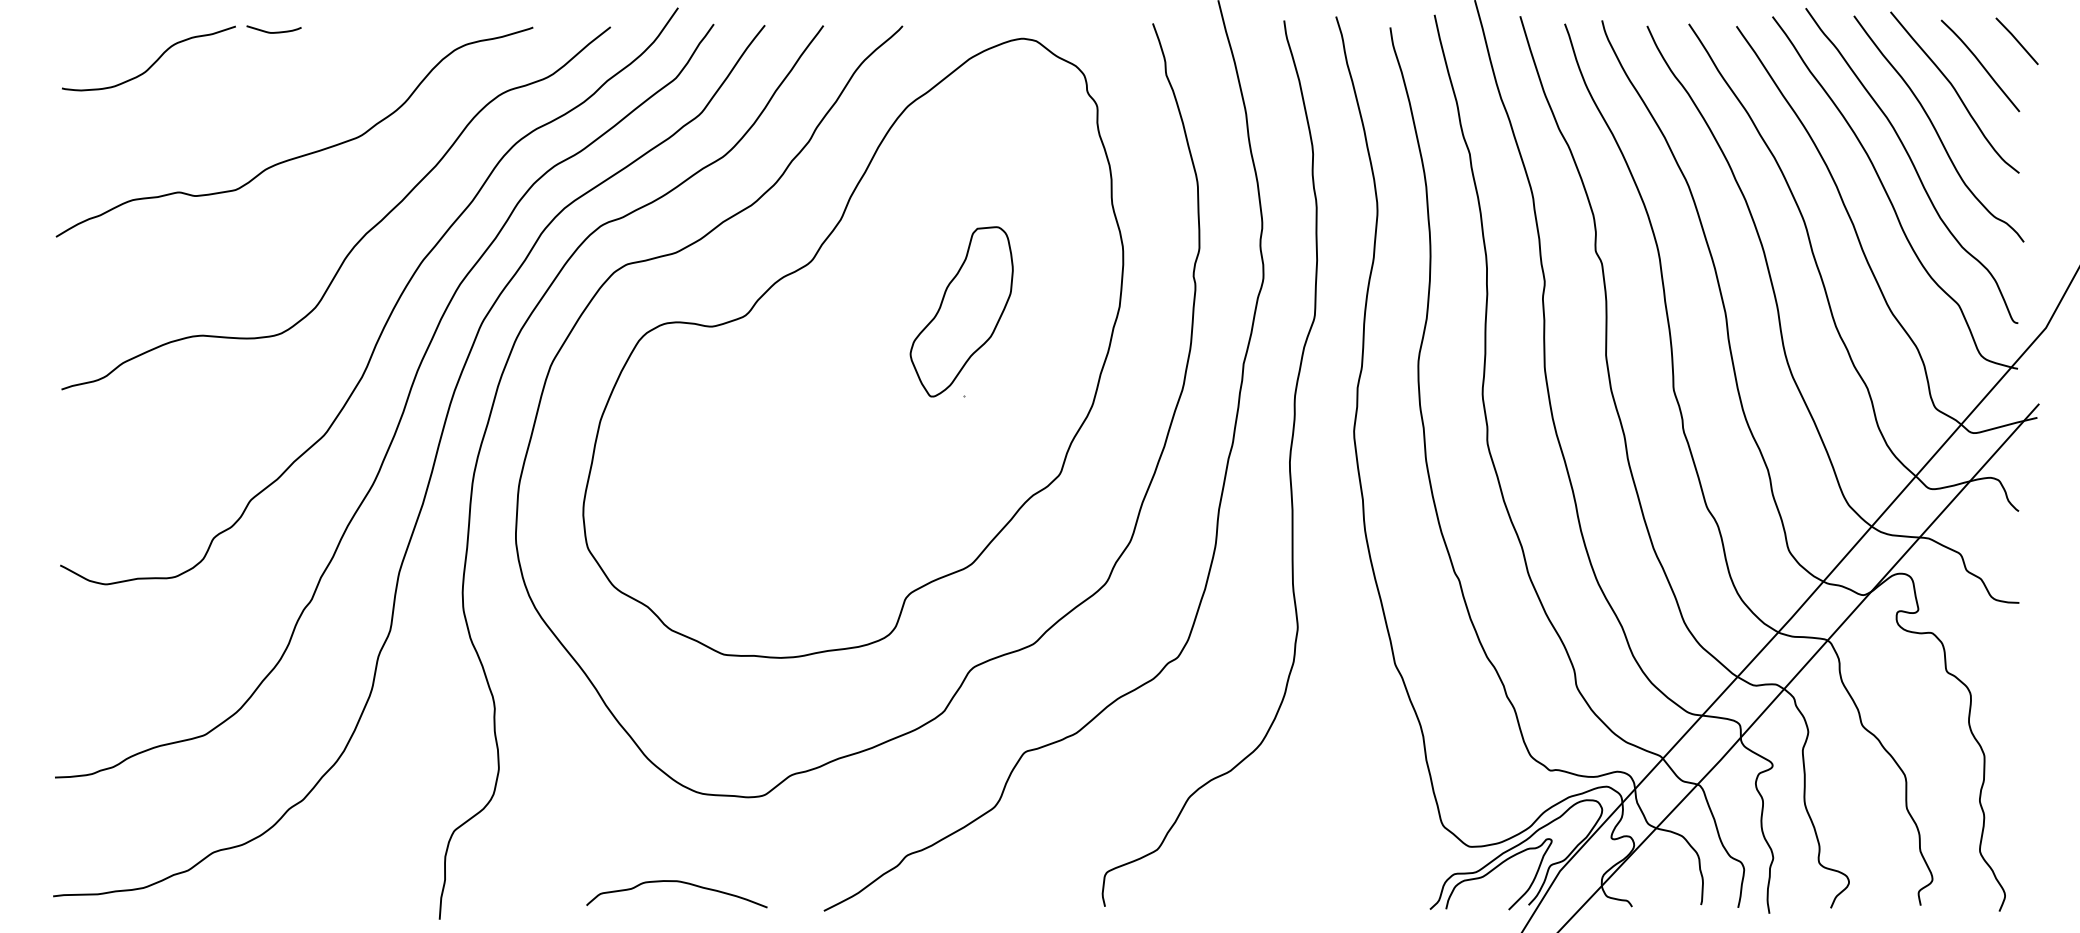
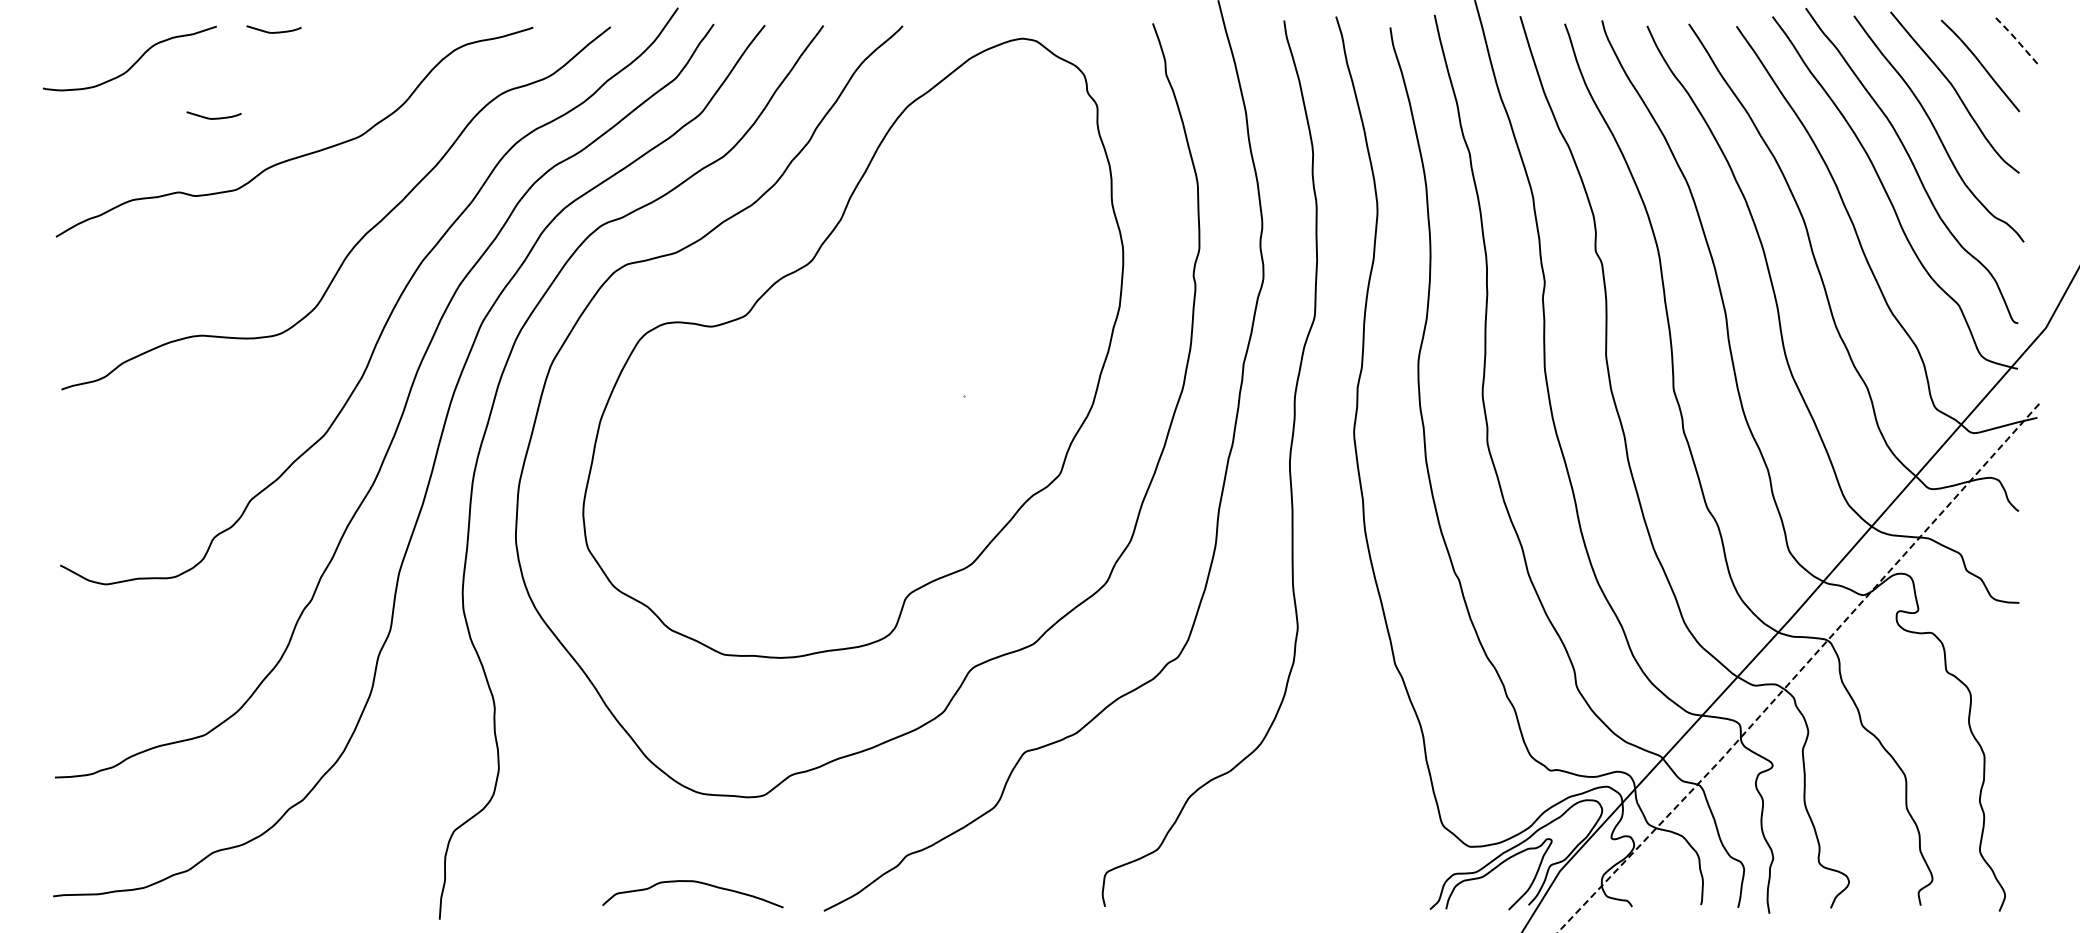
line at (2017, 40): solid -> dashed
curve at (153, 62) position: (153, 62) -> (134, 62)
curve at (215, 117): none -> present
part at (961, 311): present -> none
line at (1800, 671): solid -> dashed
curve at (676, 882) position: (676, 882) -> (692, 882)
